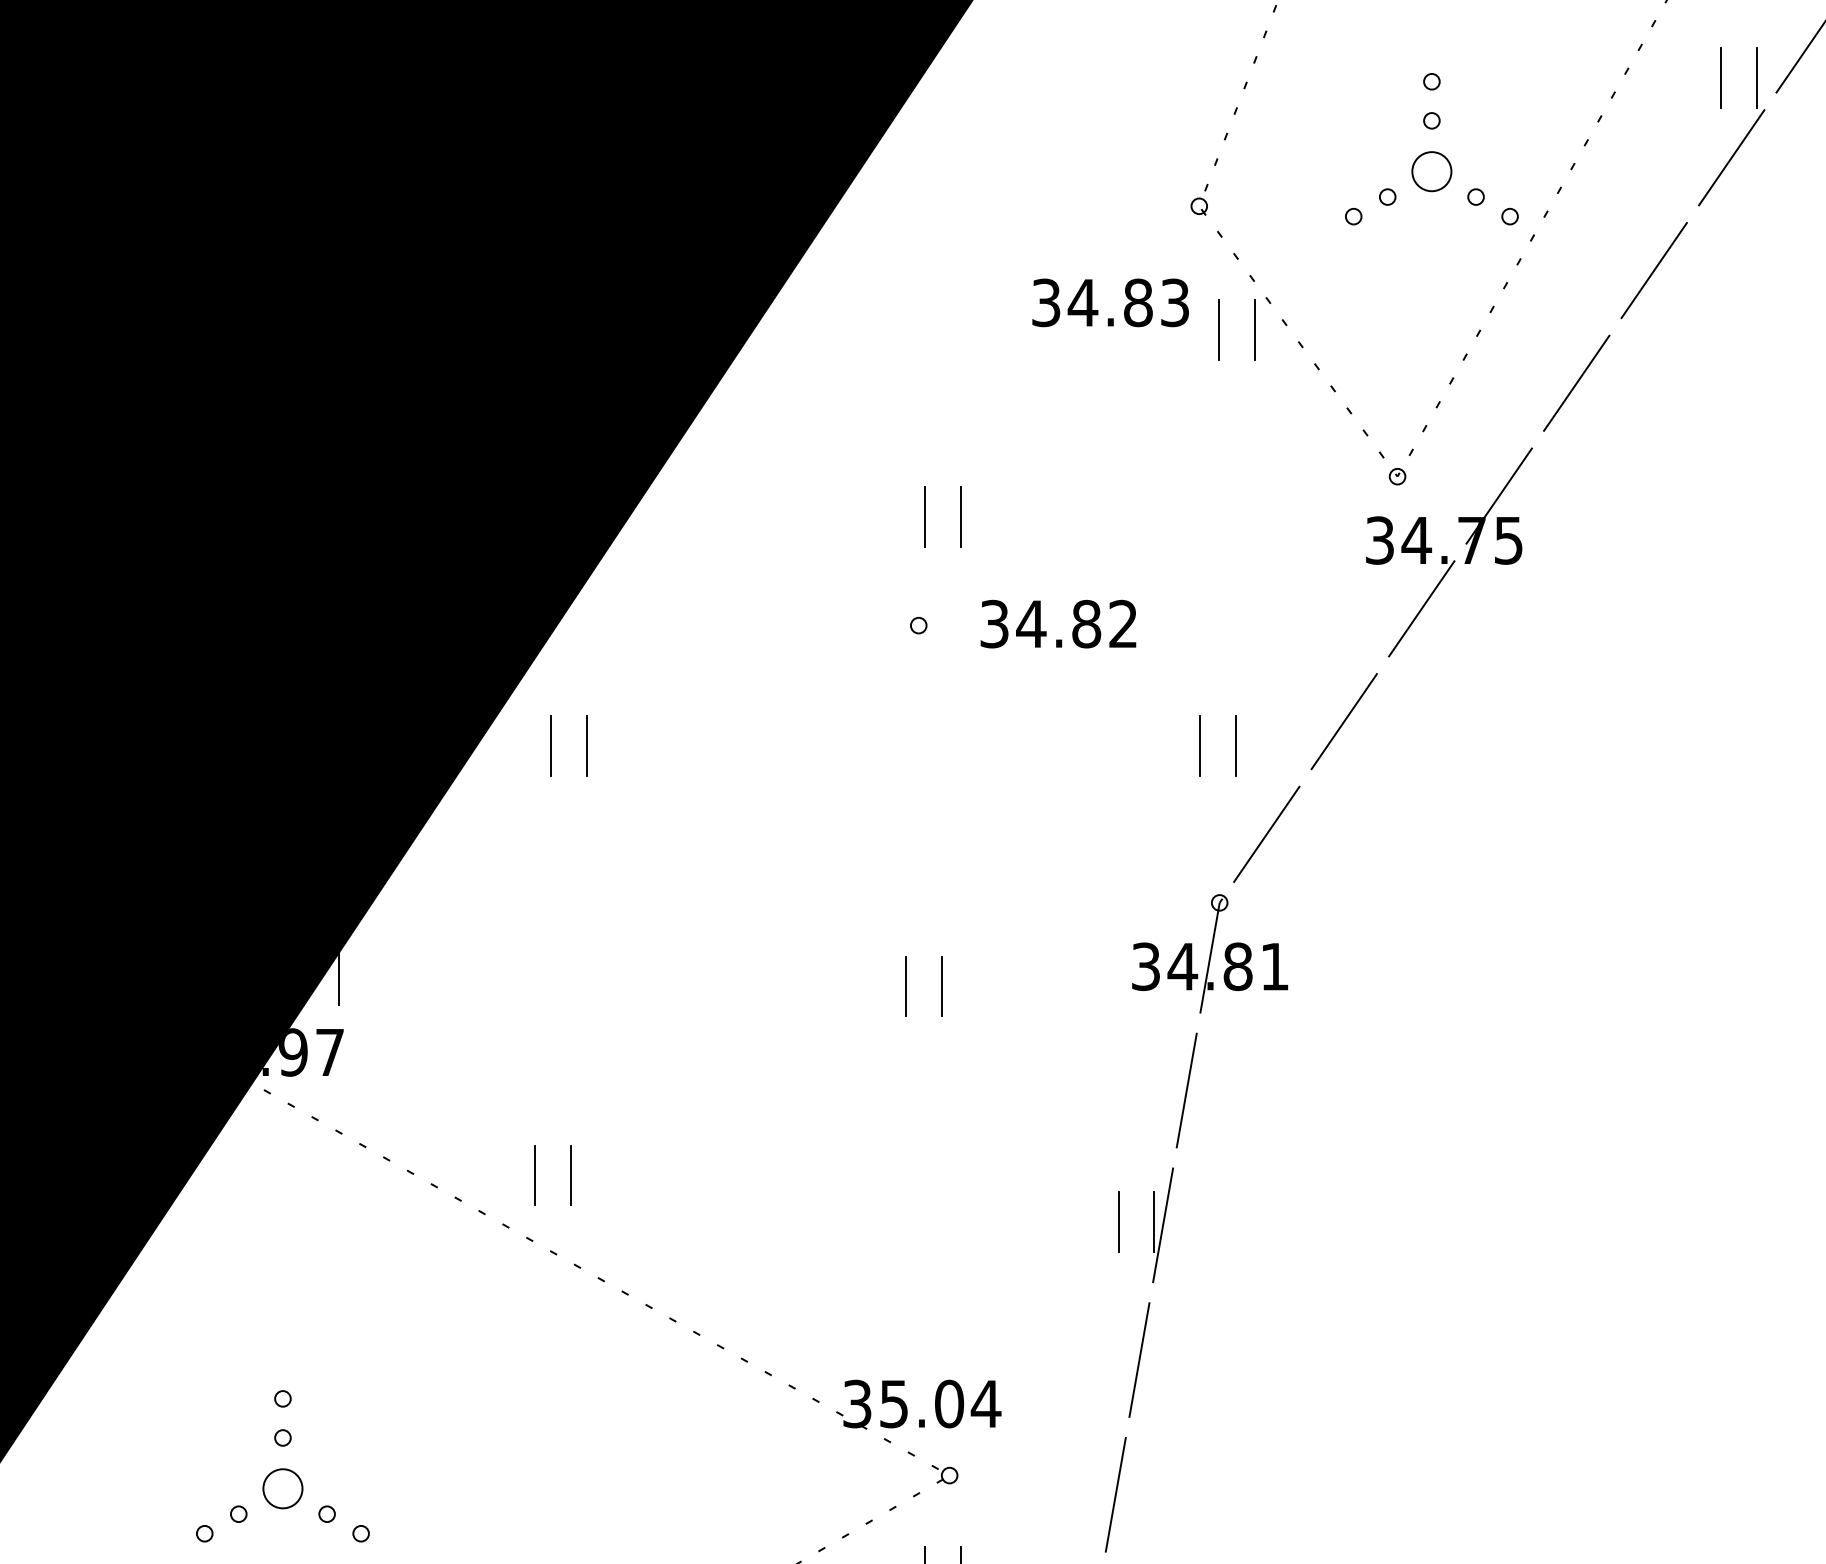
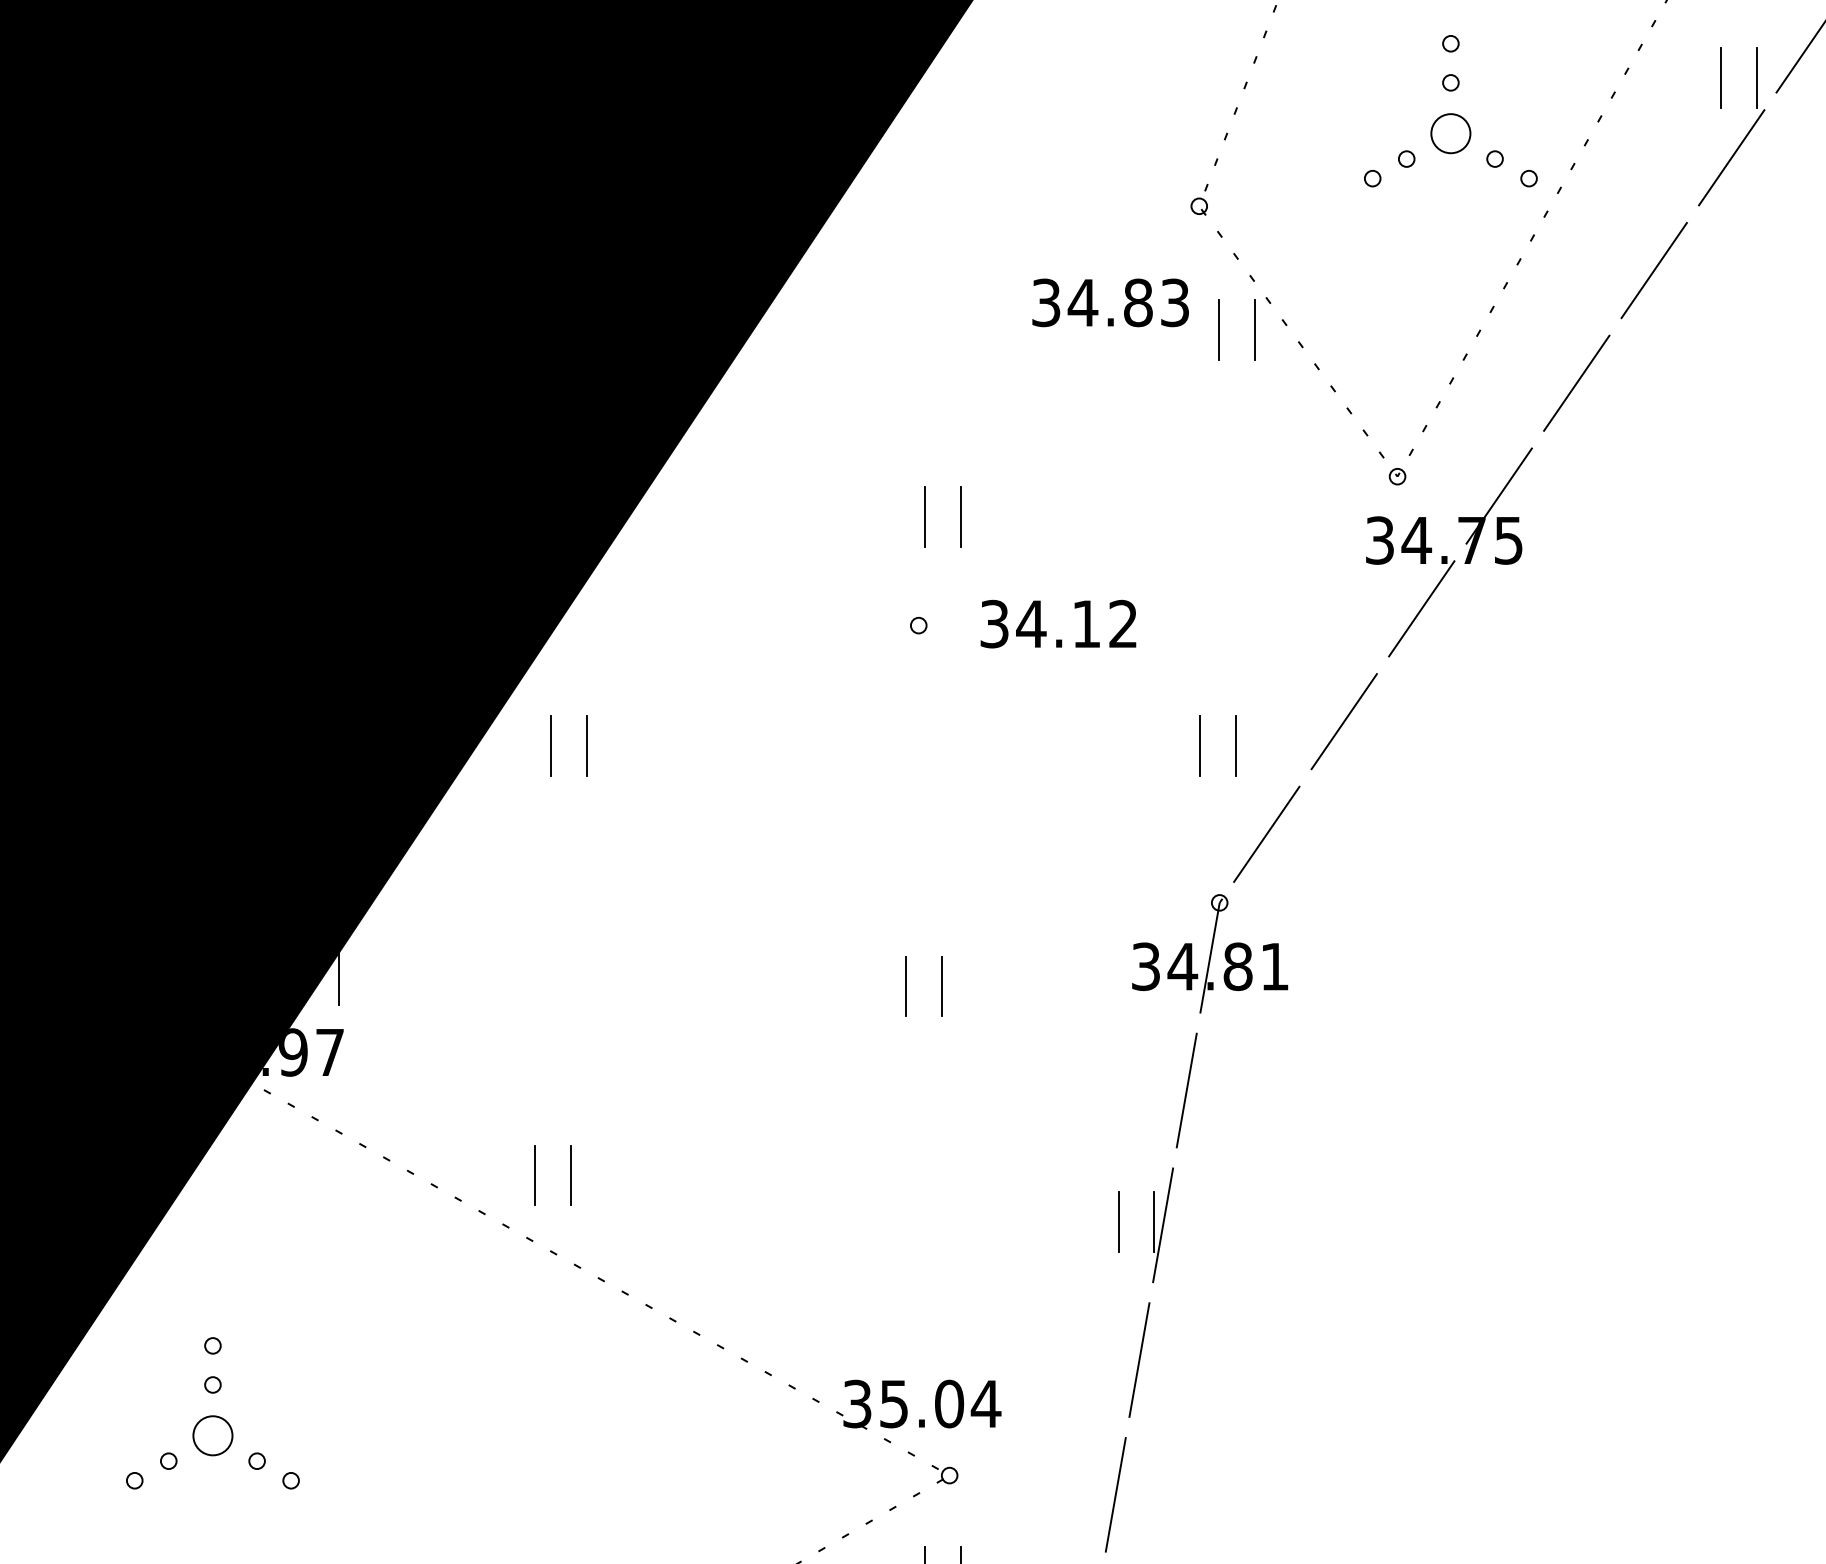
part at (1431, 149) position: (1431, 149) -> (1450, 111)
text at (1086, 623): 34.82 -> 34.12
part at (282, 1466) position: (282, 1466) -> (212, 1413)
